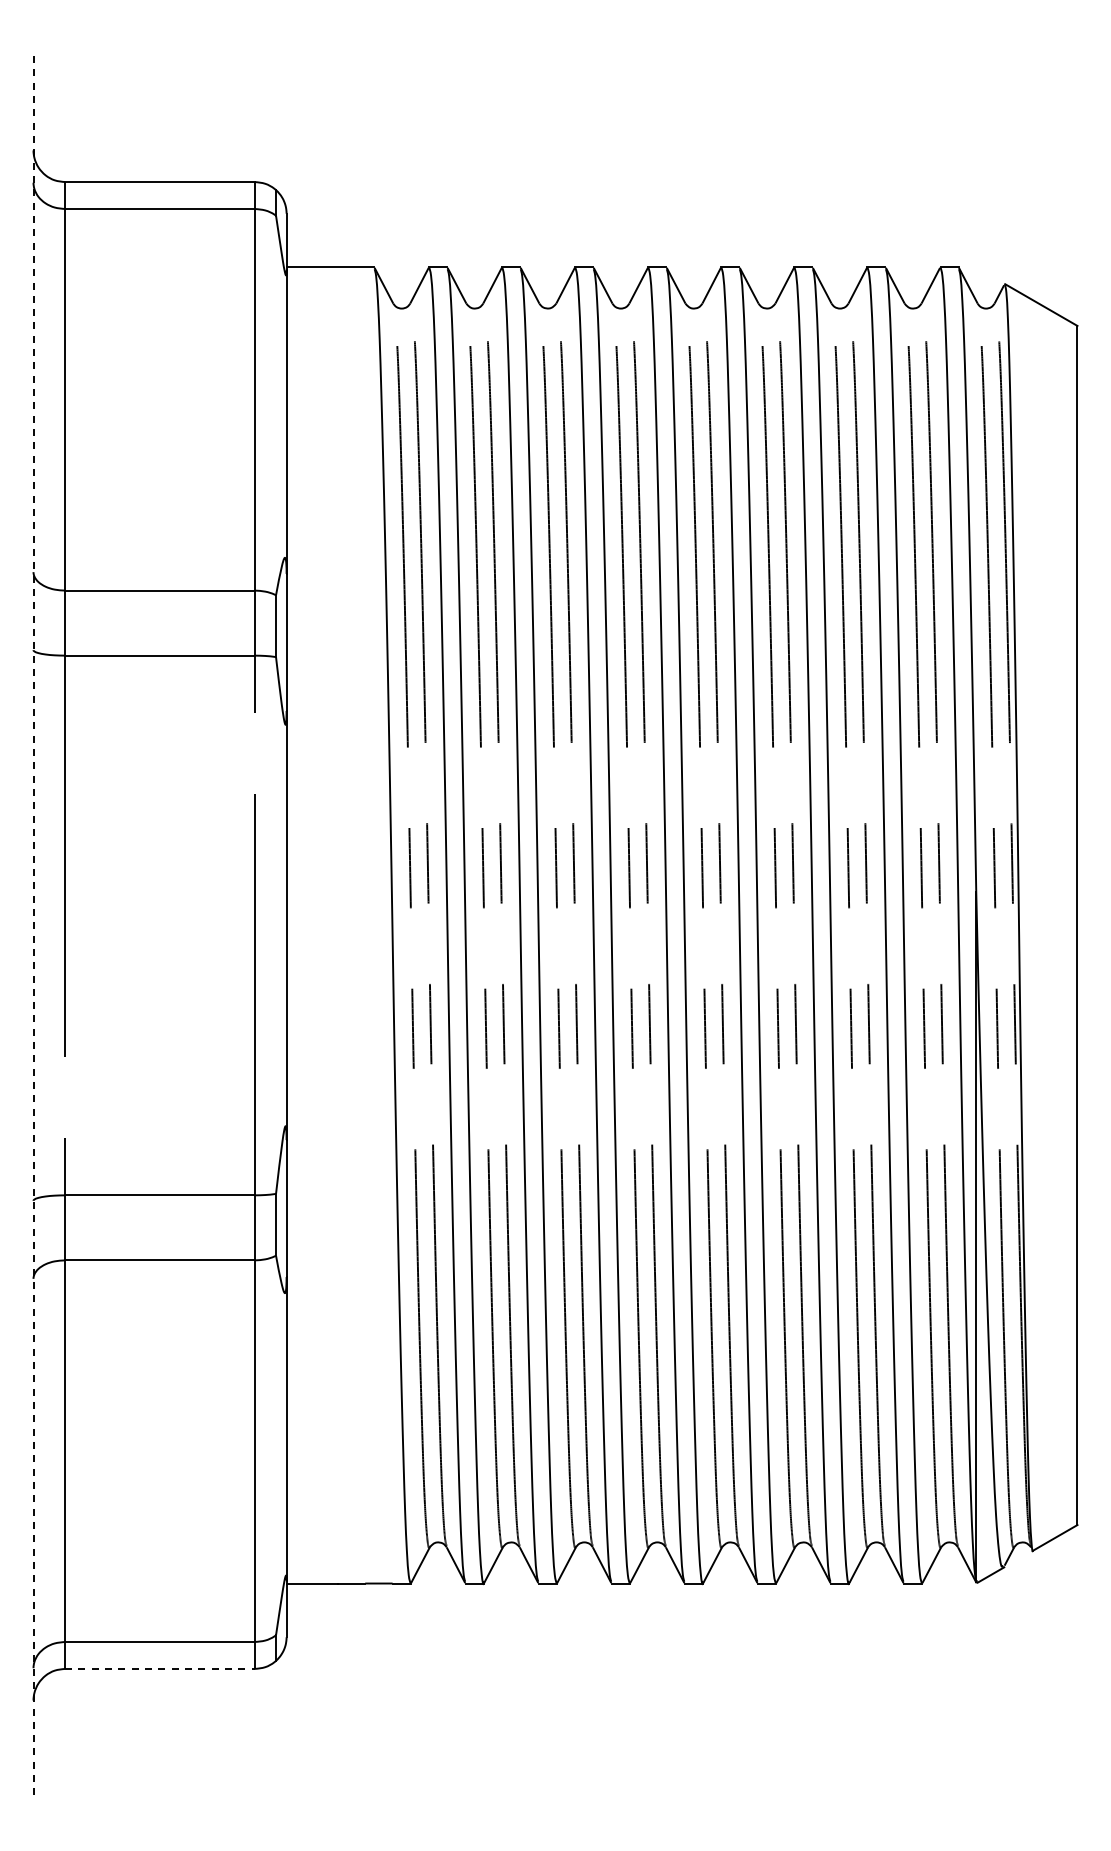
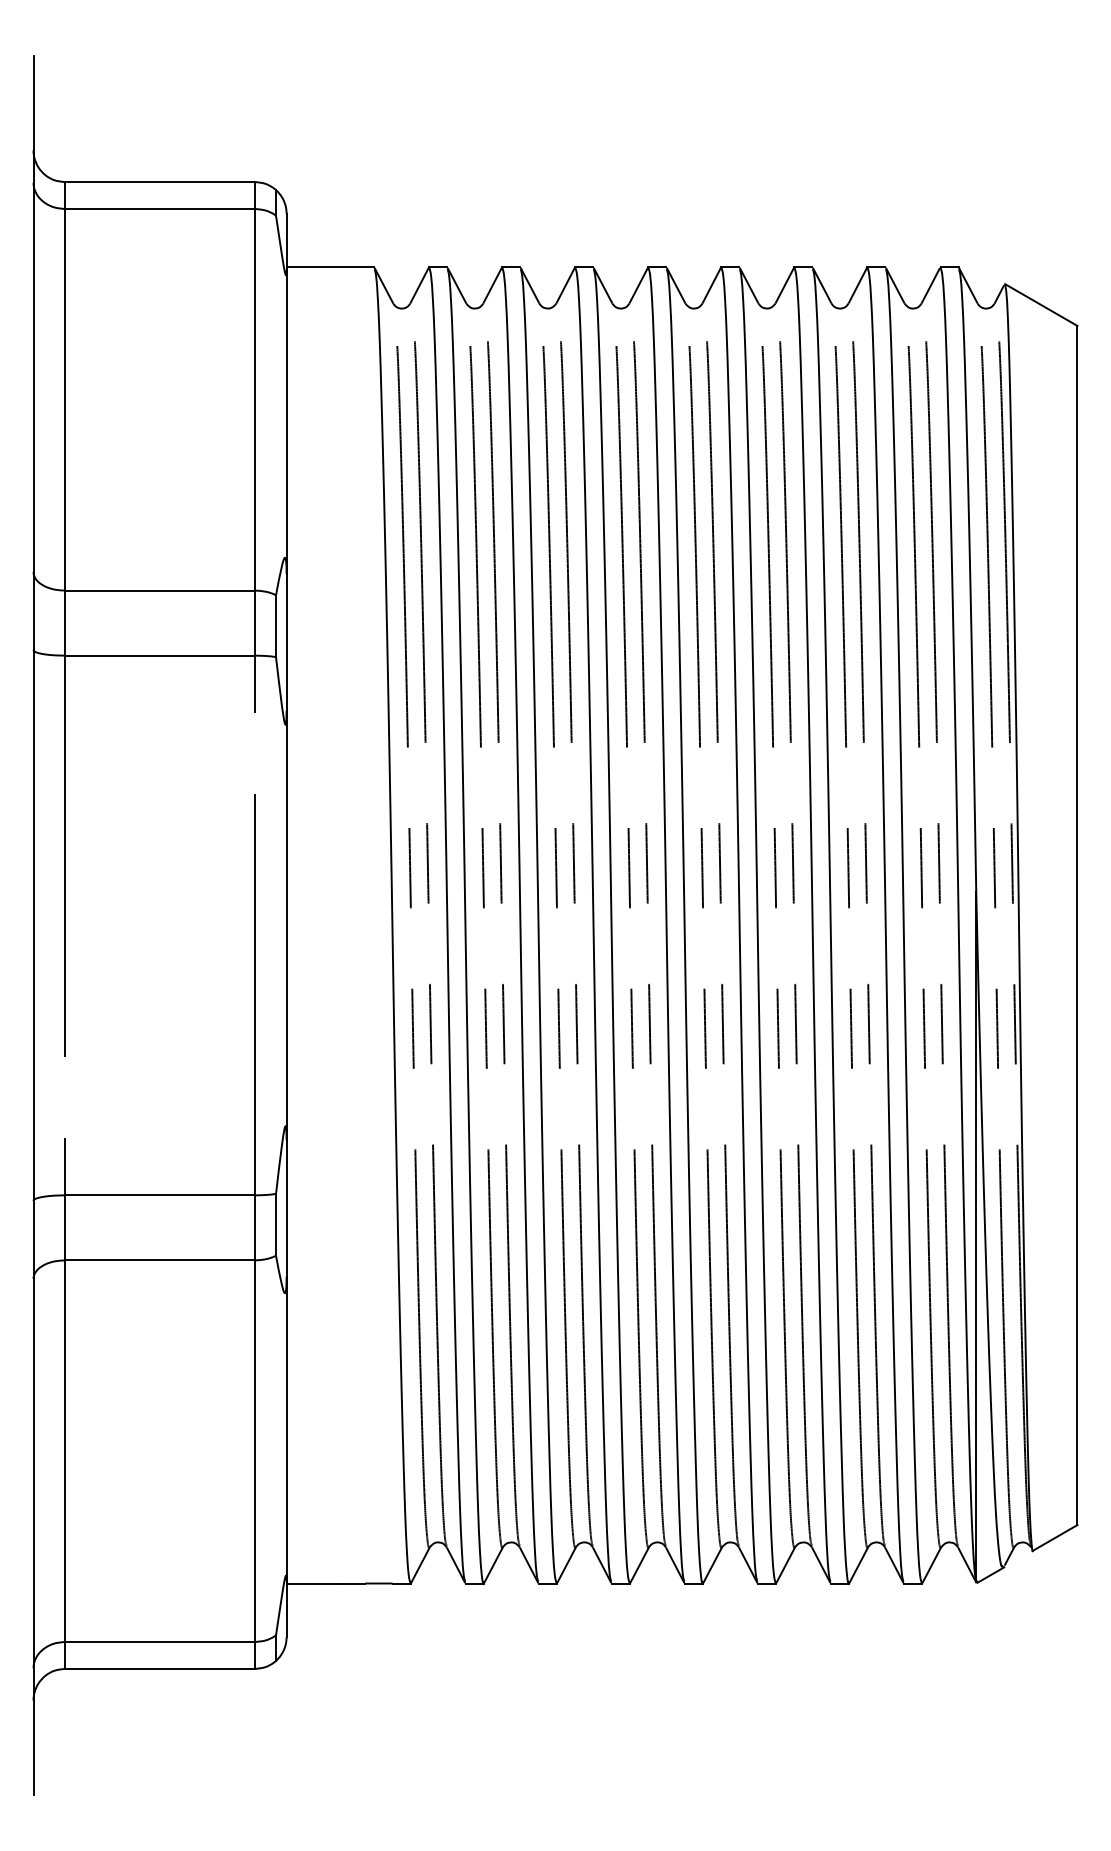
line at (33, 925): dashed -> solid
line at (160, 1668): dashed -> solid
